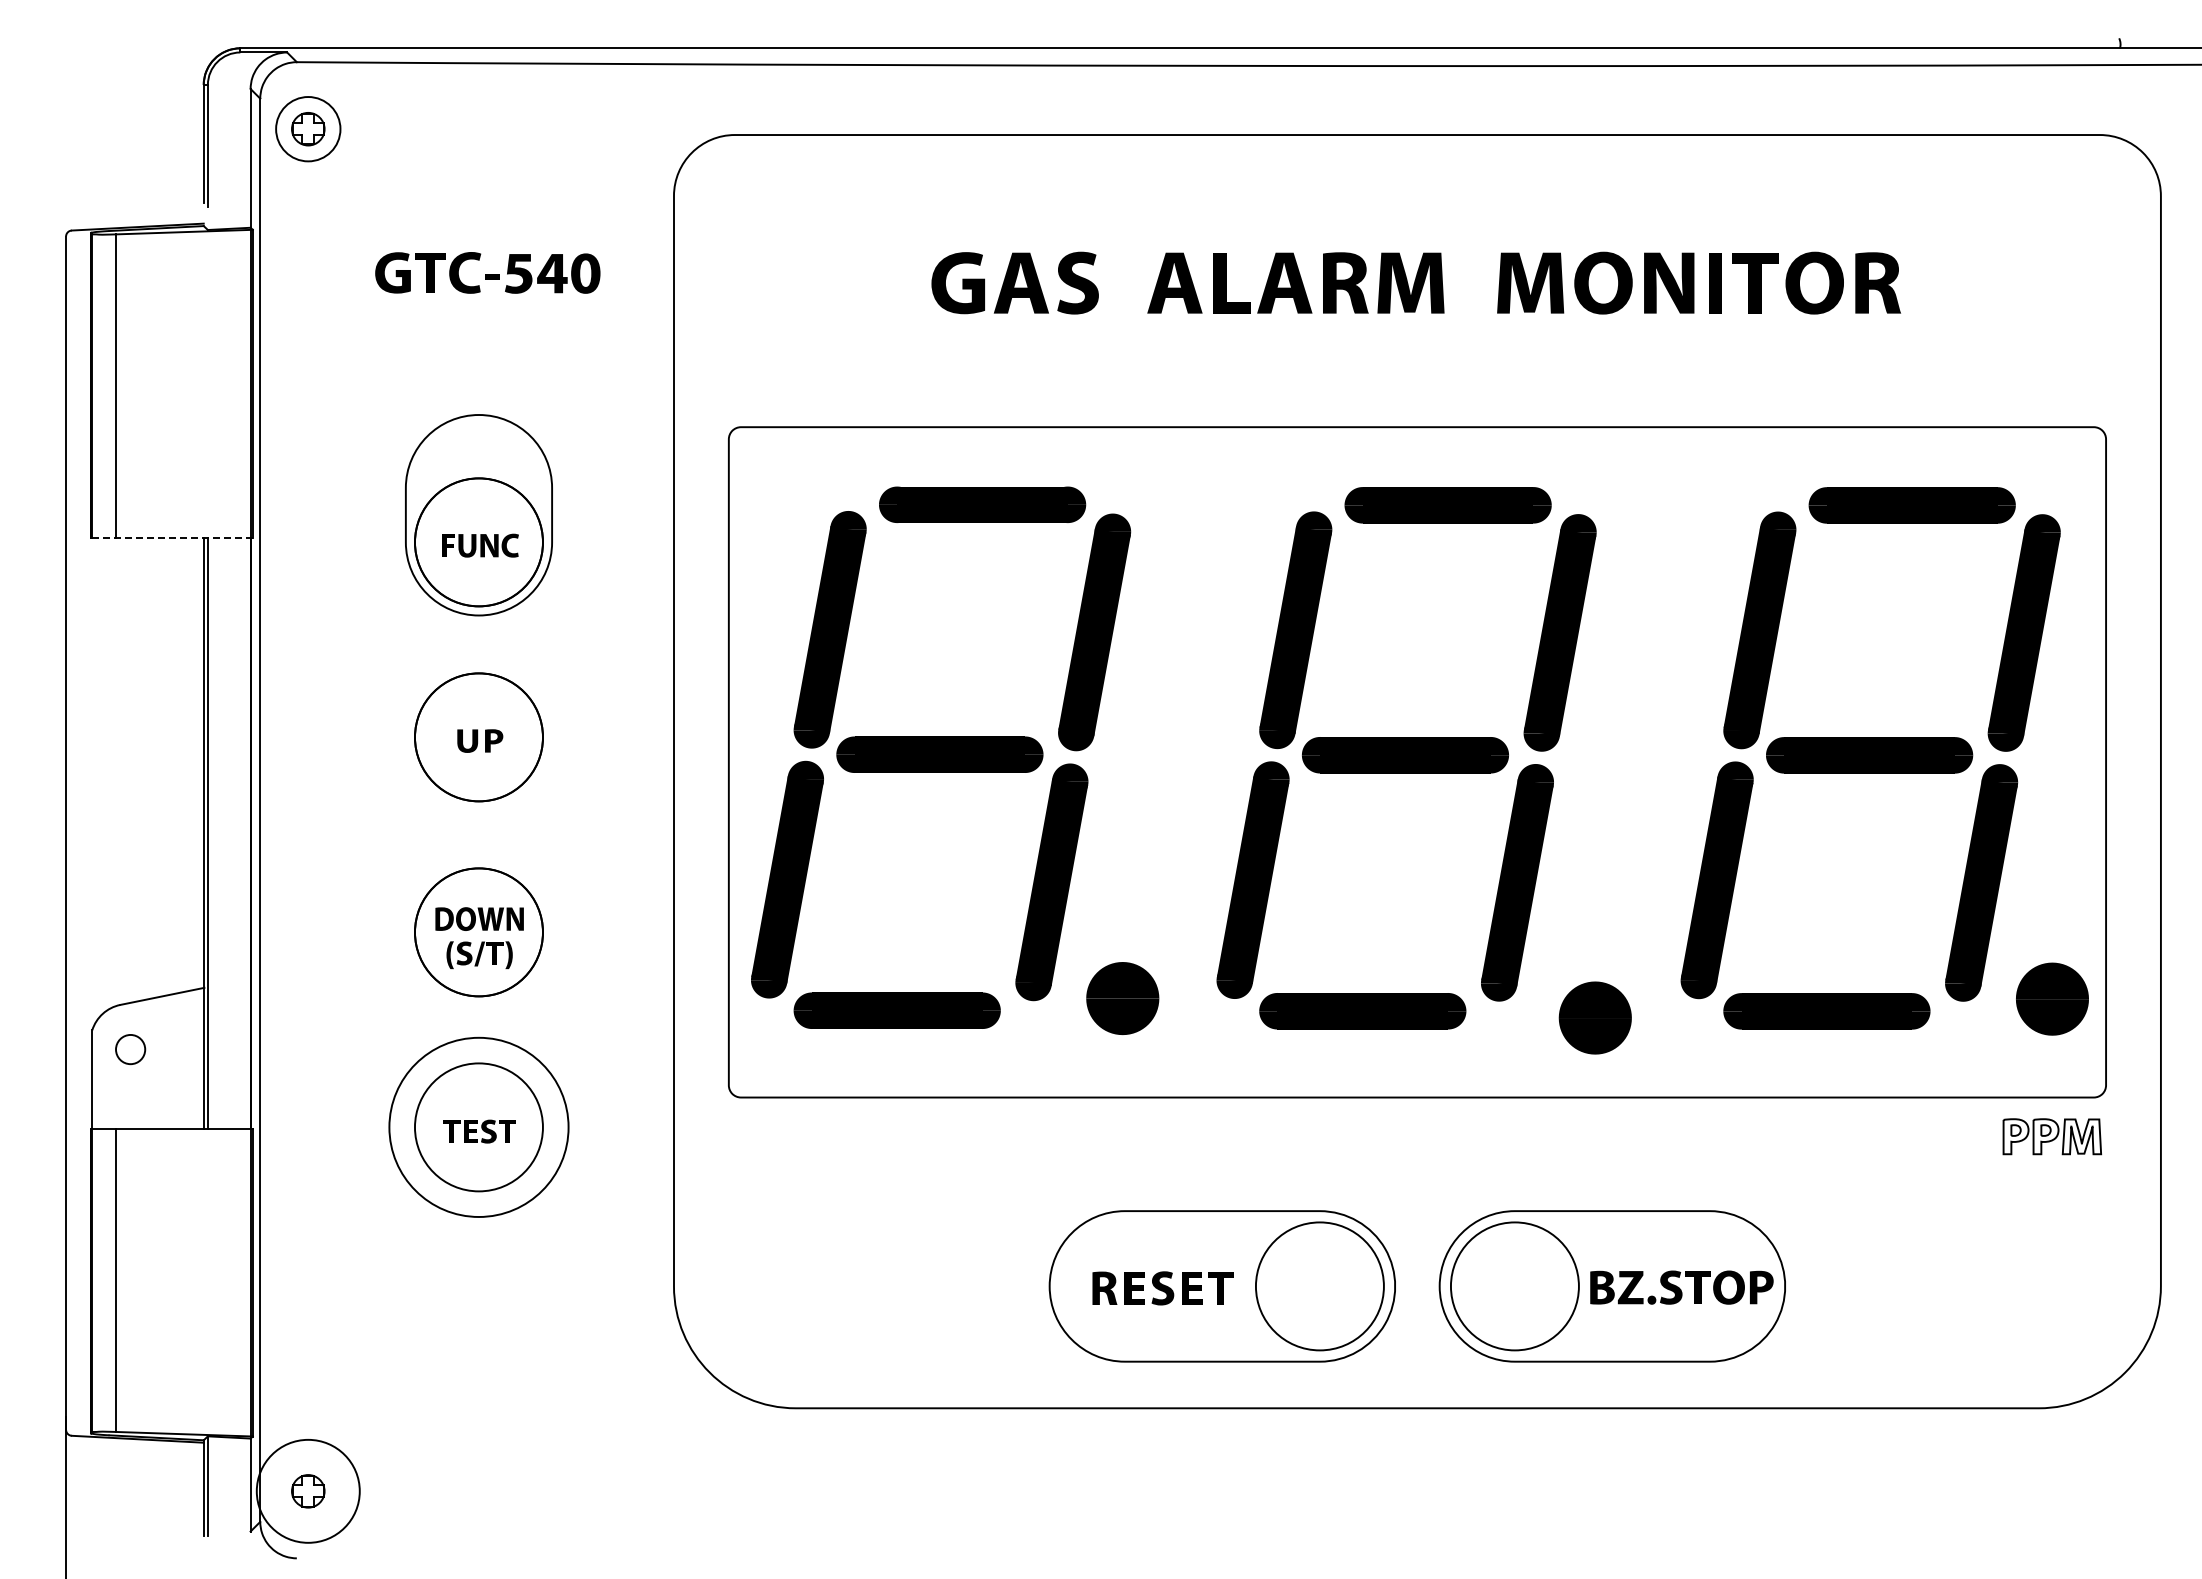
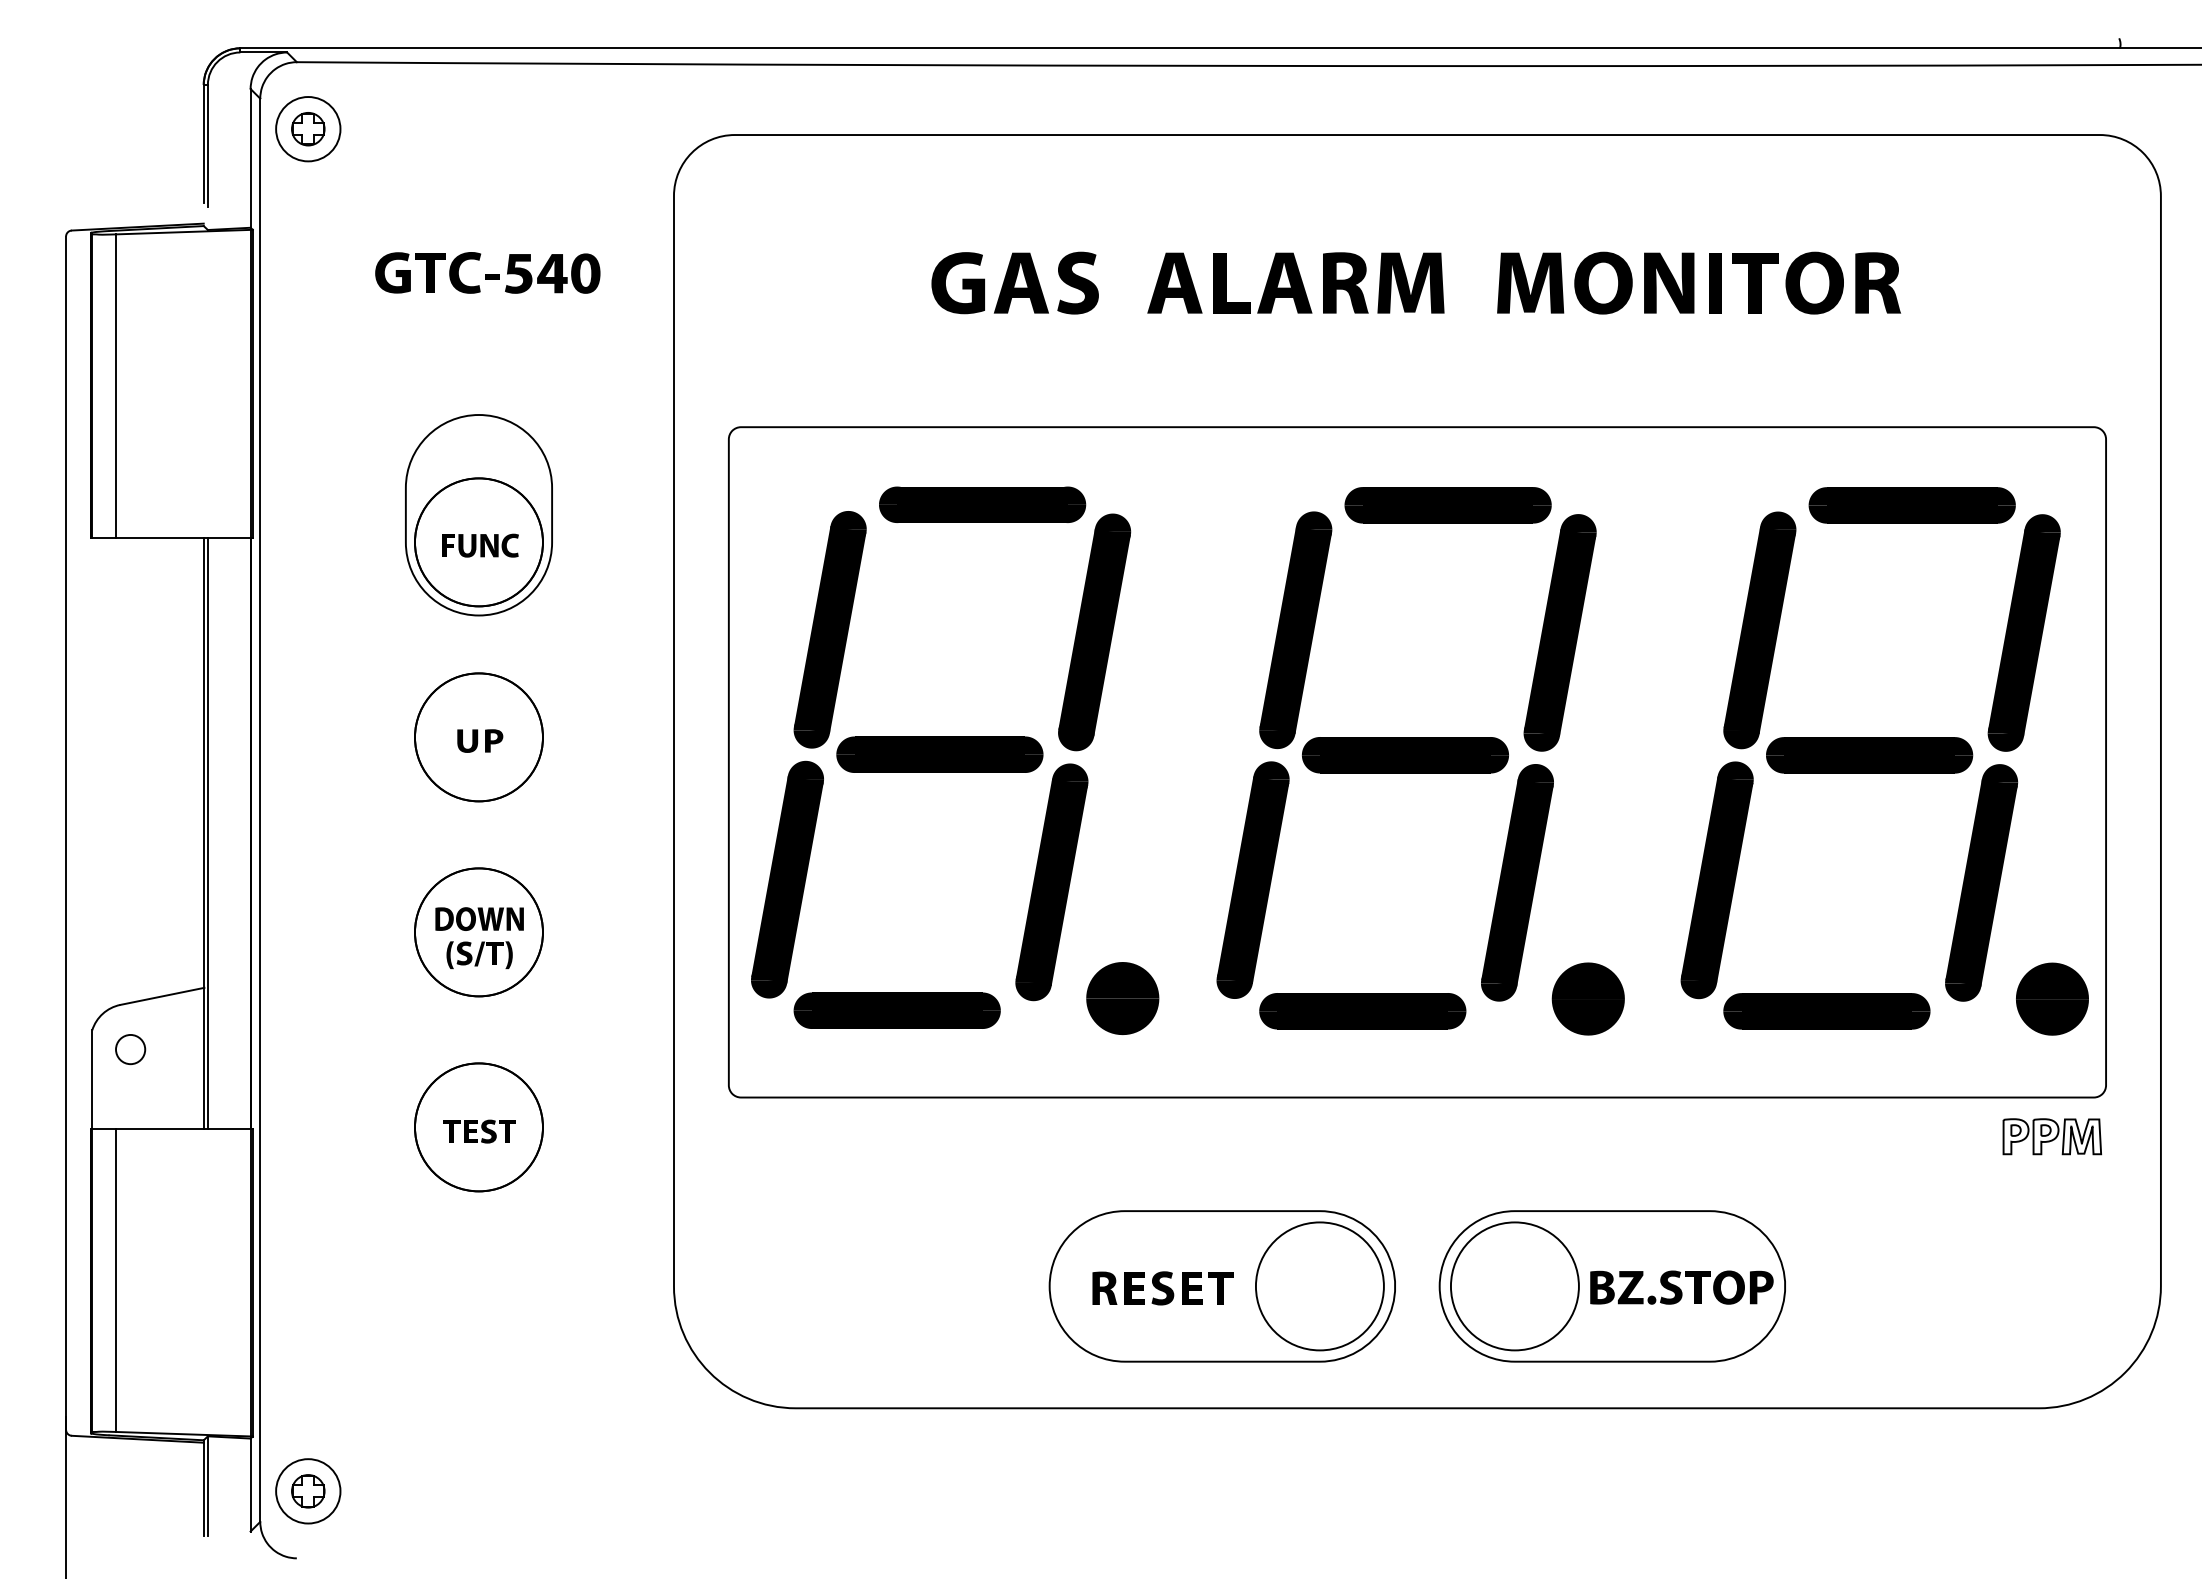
line at (172, 537): dashed -> solid
part at (1594, 1017) position: (1594, 1017) -> (1587, 998)
circle at (478, 1126) diameter: 179 px -> 128 px
circle at (307, 1490) diameter: 103 px -> 64 px
